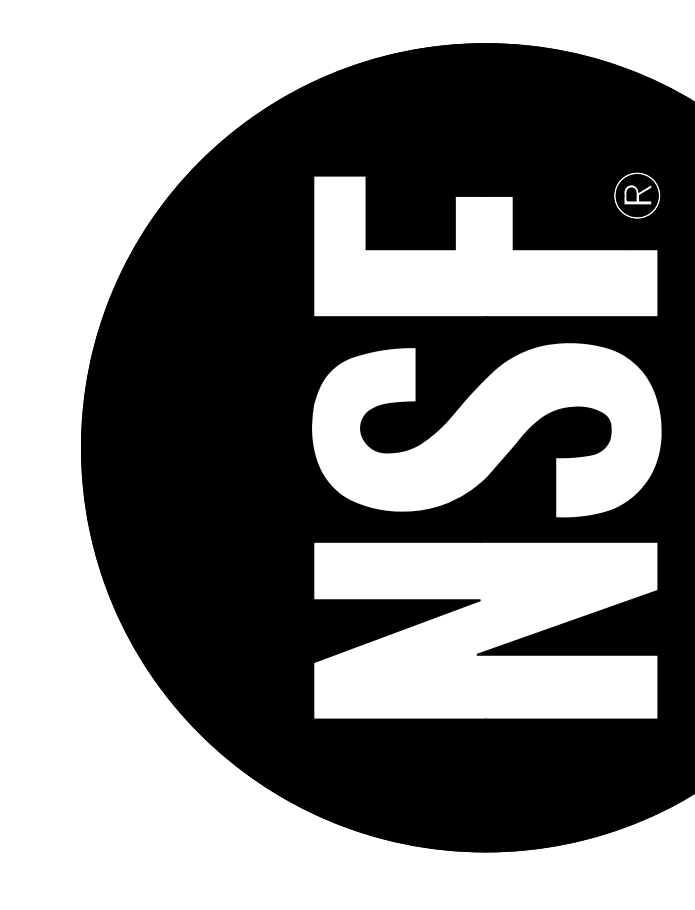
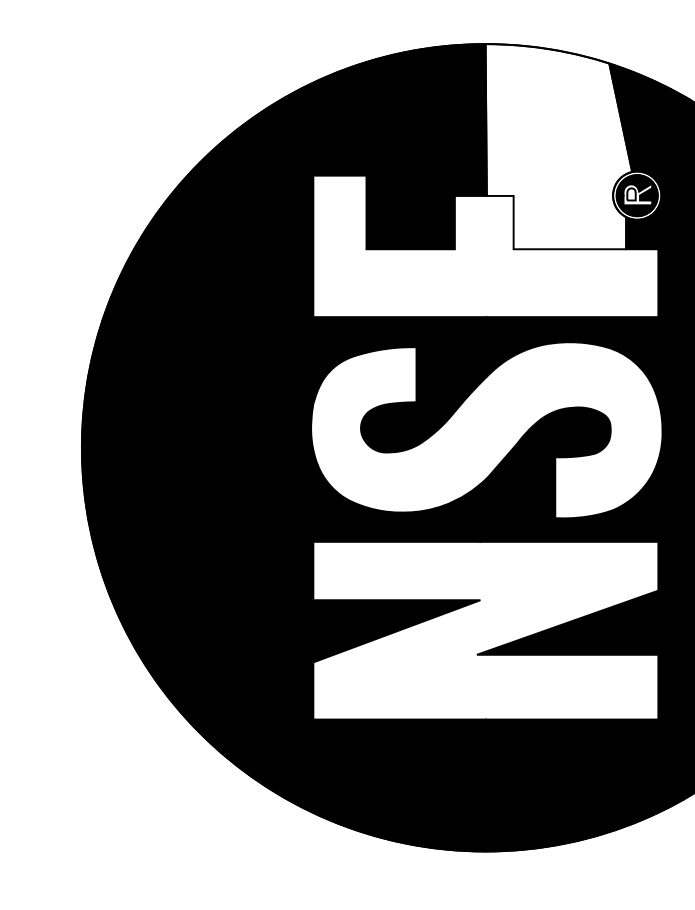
fill at (558, 146): present -> none
fill at (631, 194): present -> none
